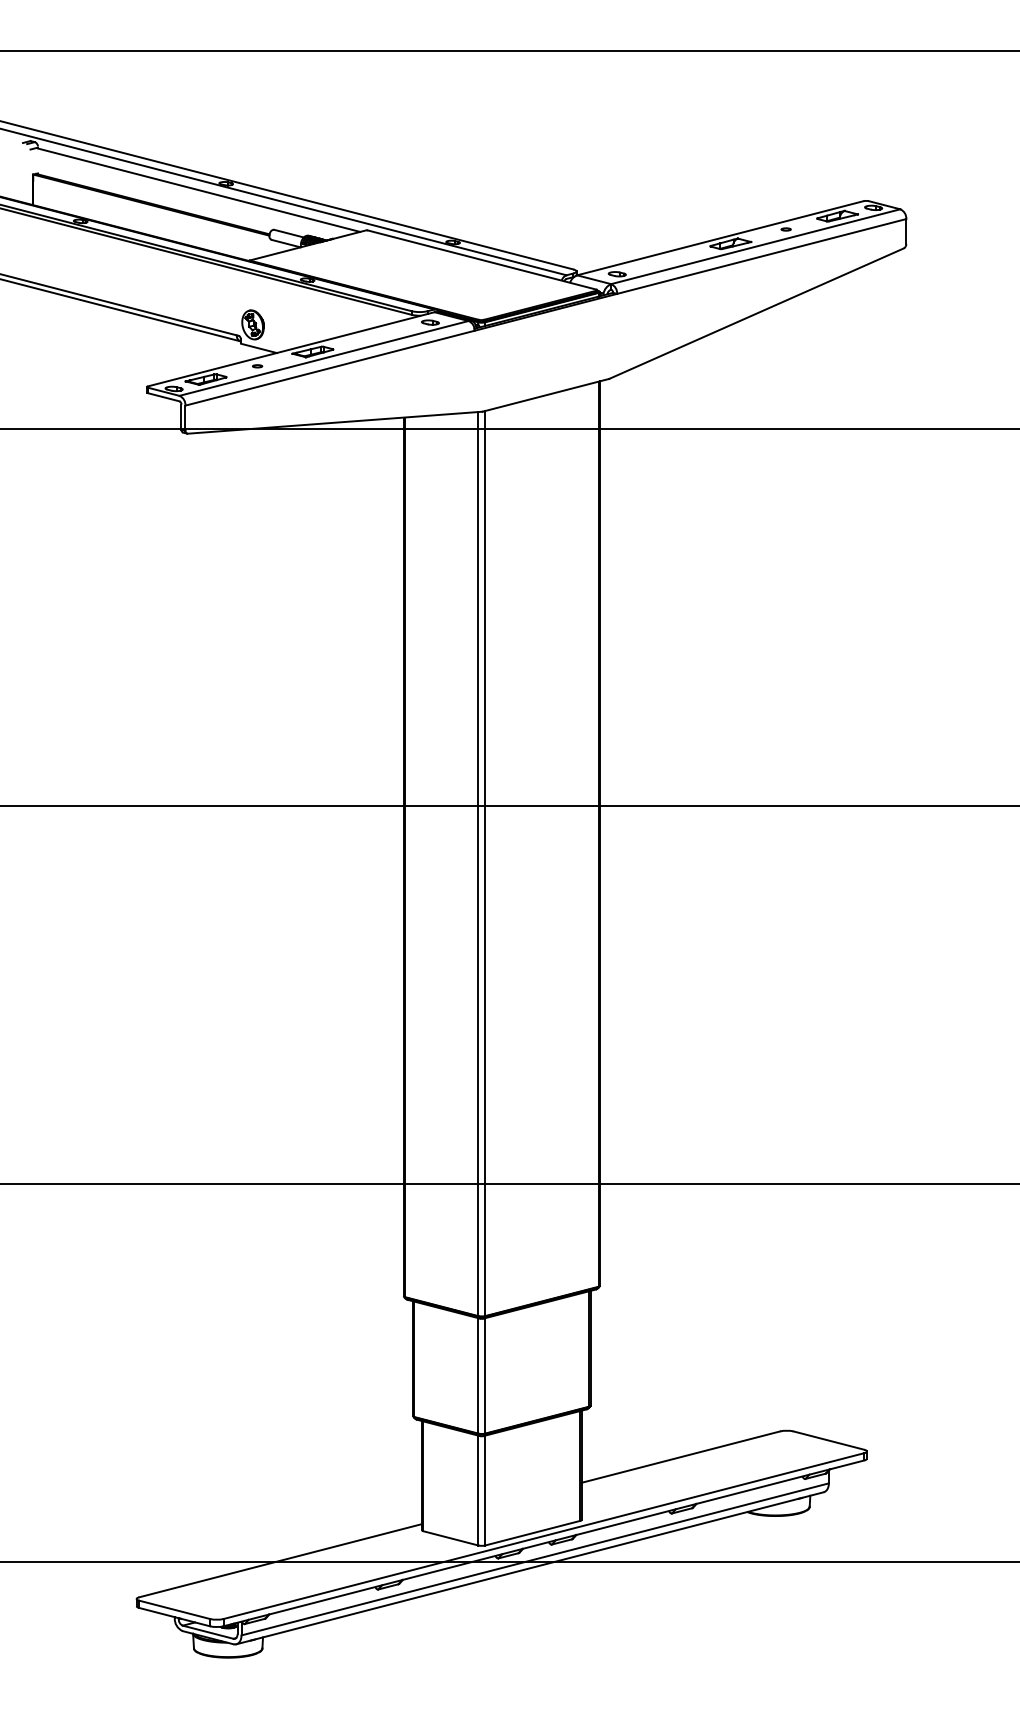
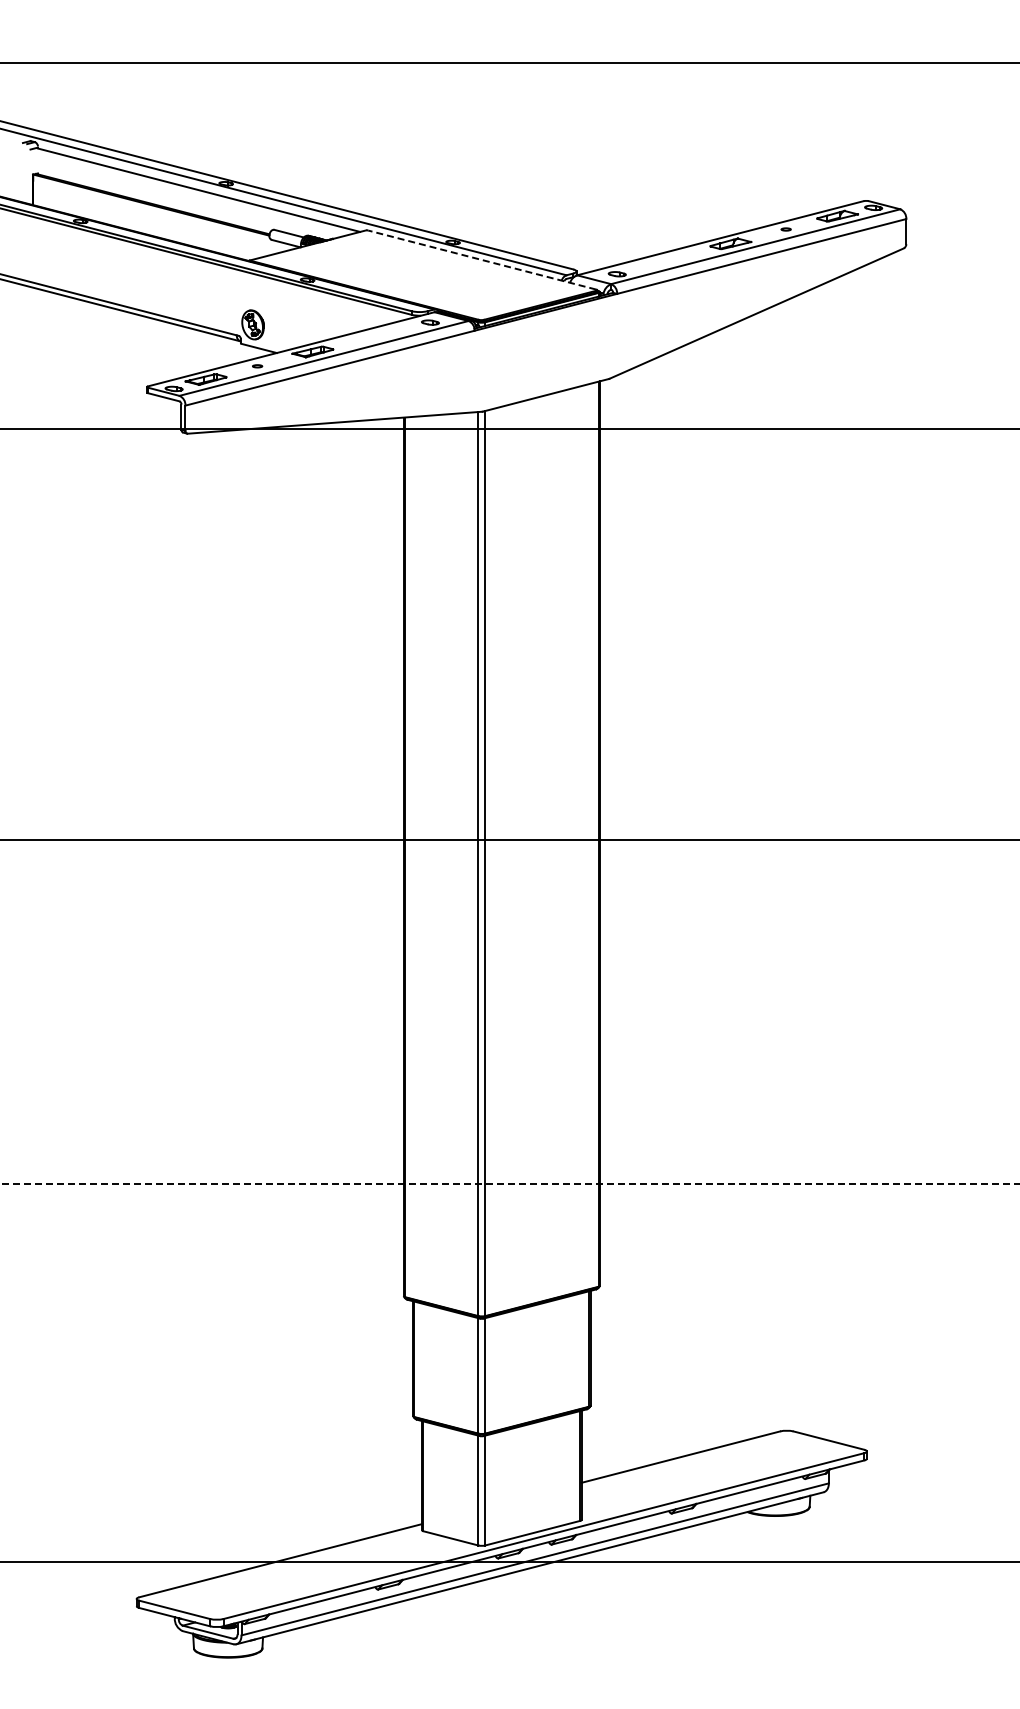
line at (509, 51) position: (509, 51) -> (509, 63)
line at (482, 260): solid -> dashed
line at (509, 806) position: (509, 806) -> (509, 840)
line at (510, 1183): solid -> dashed
